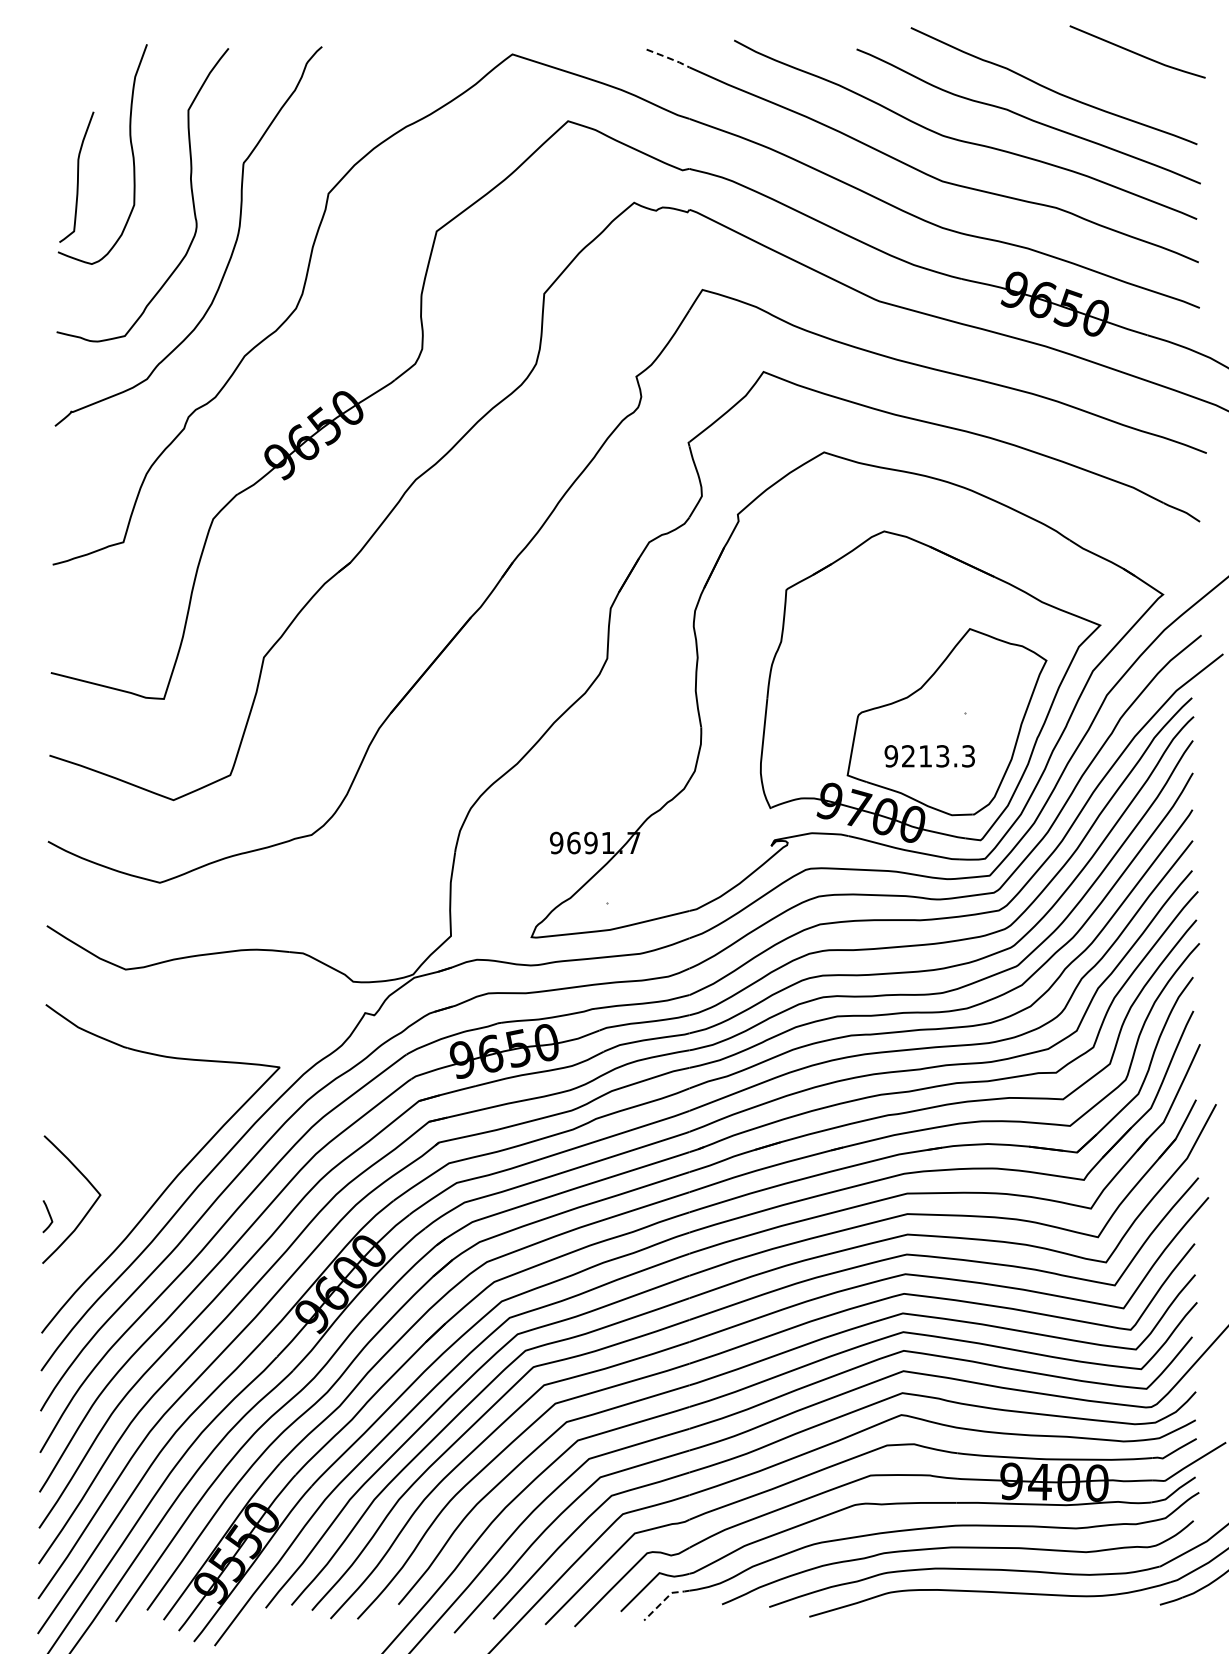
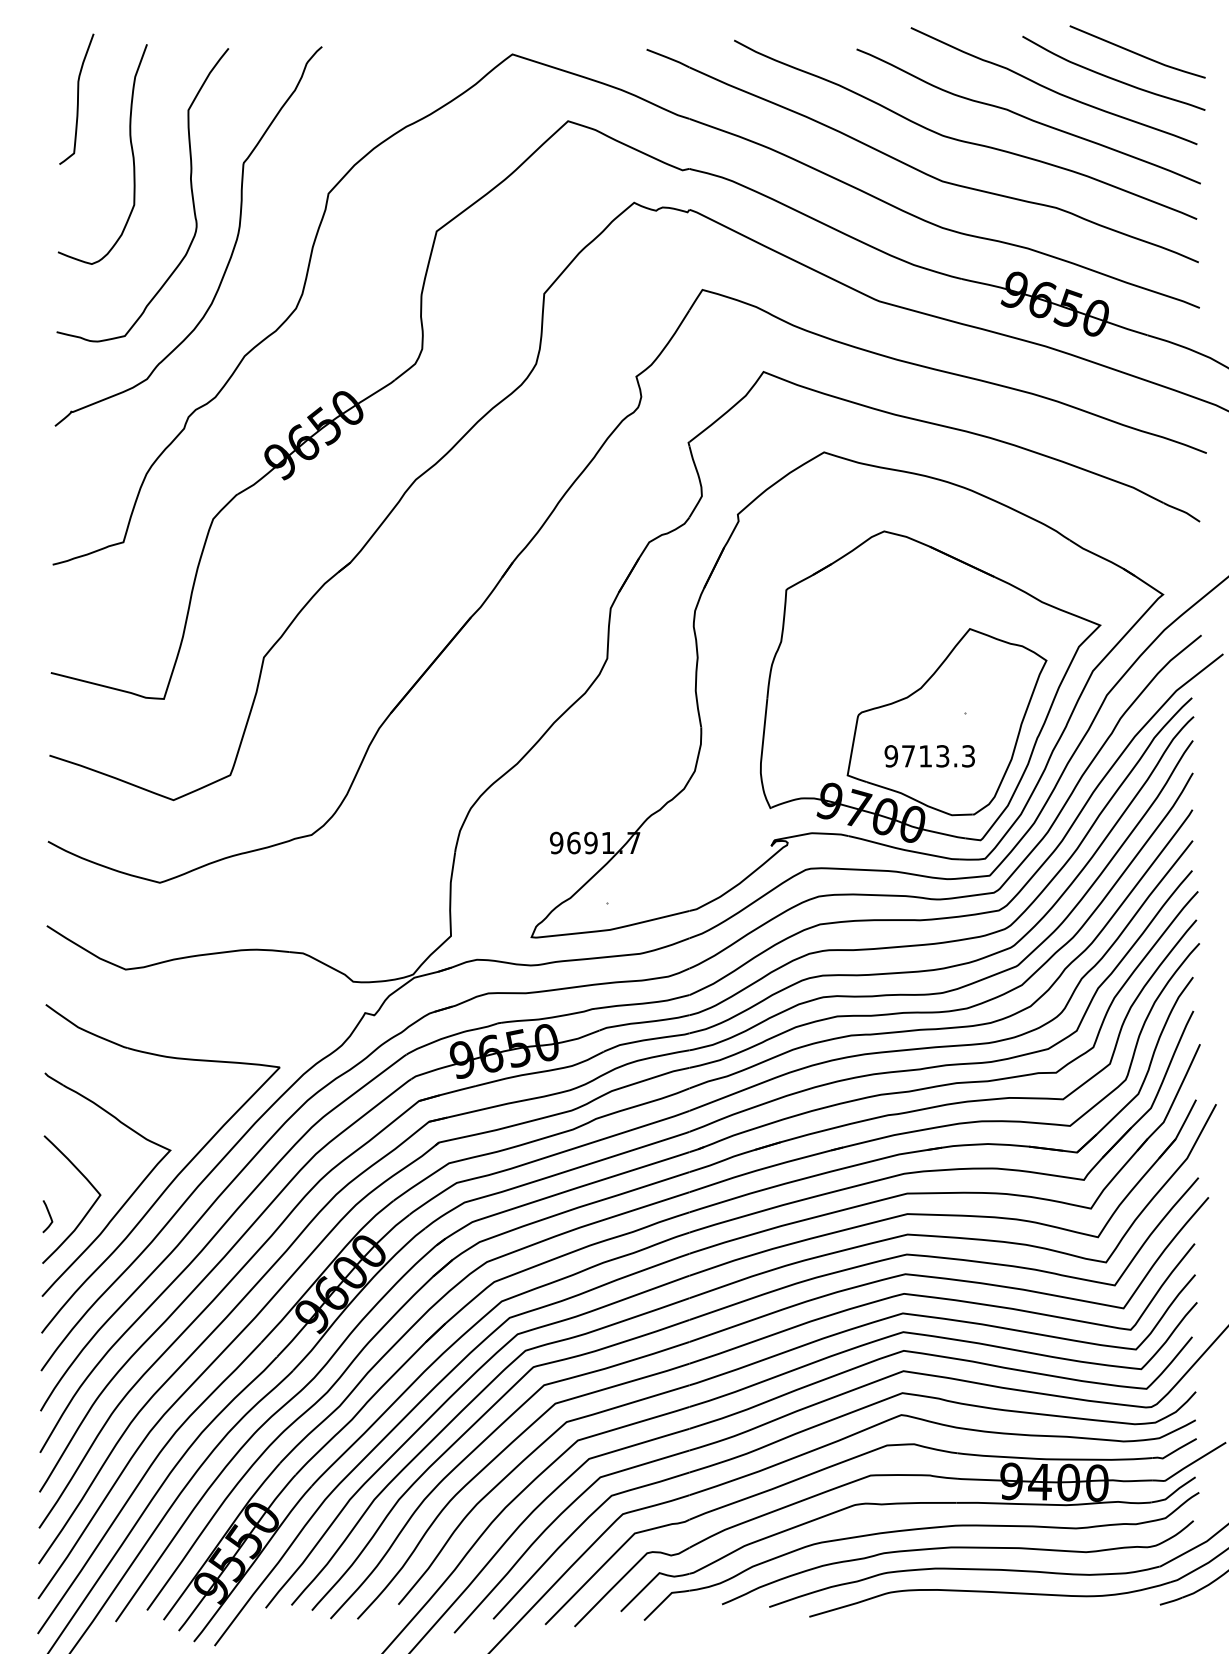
line at (668, 58): dashed -> solid
curve at (1112, 77): none -> present
curve at (77, 176) position: (77, 176) -> (77, 98)
text at (908, 756): 9213.3 -> 9713.3
part at (127, 1198): none -> present
line at (664, 1599): dashed -> solid
